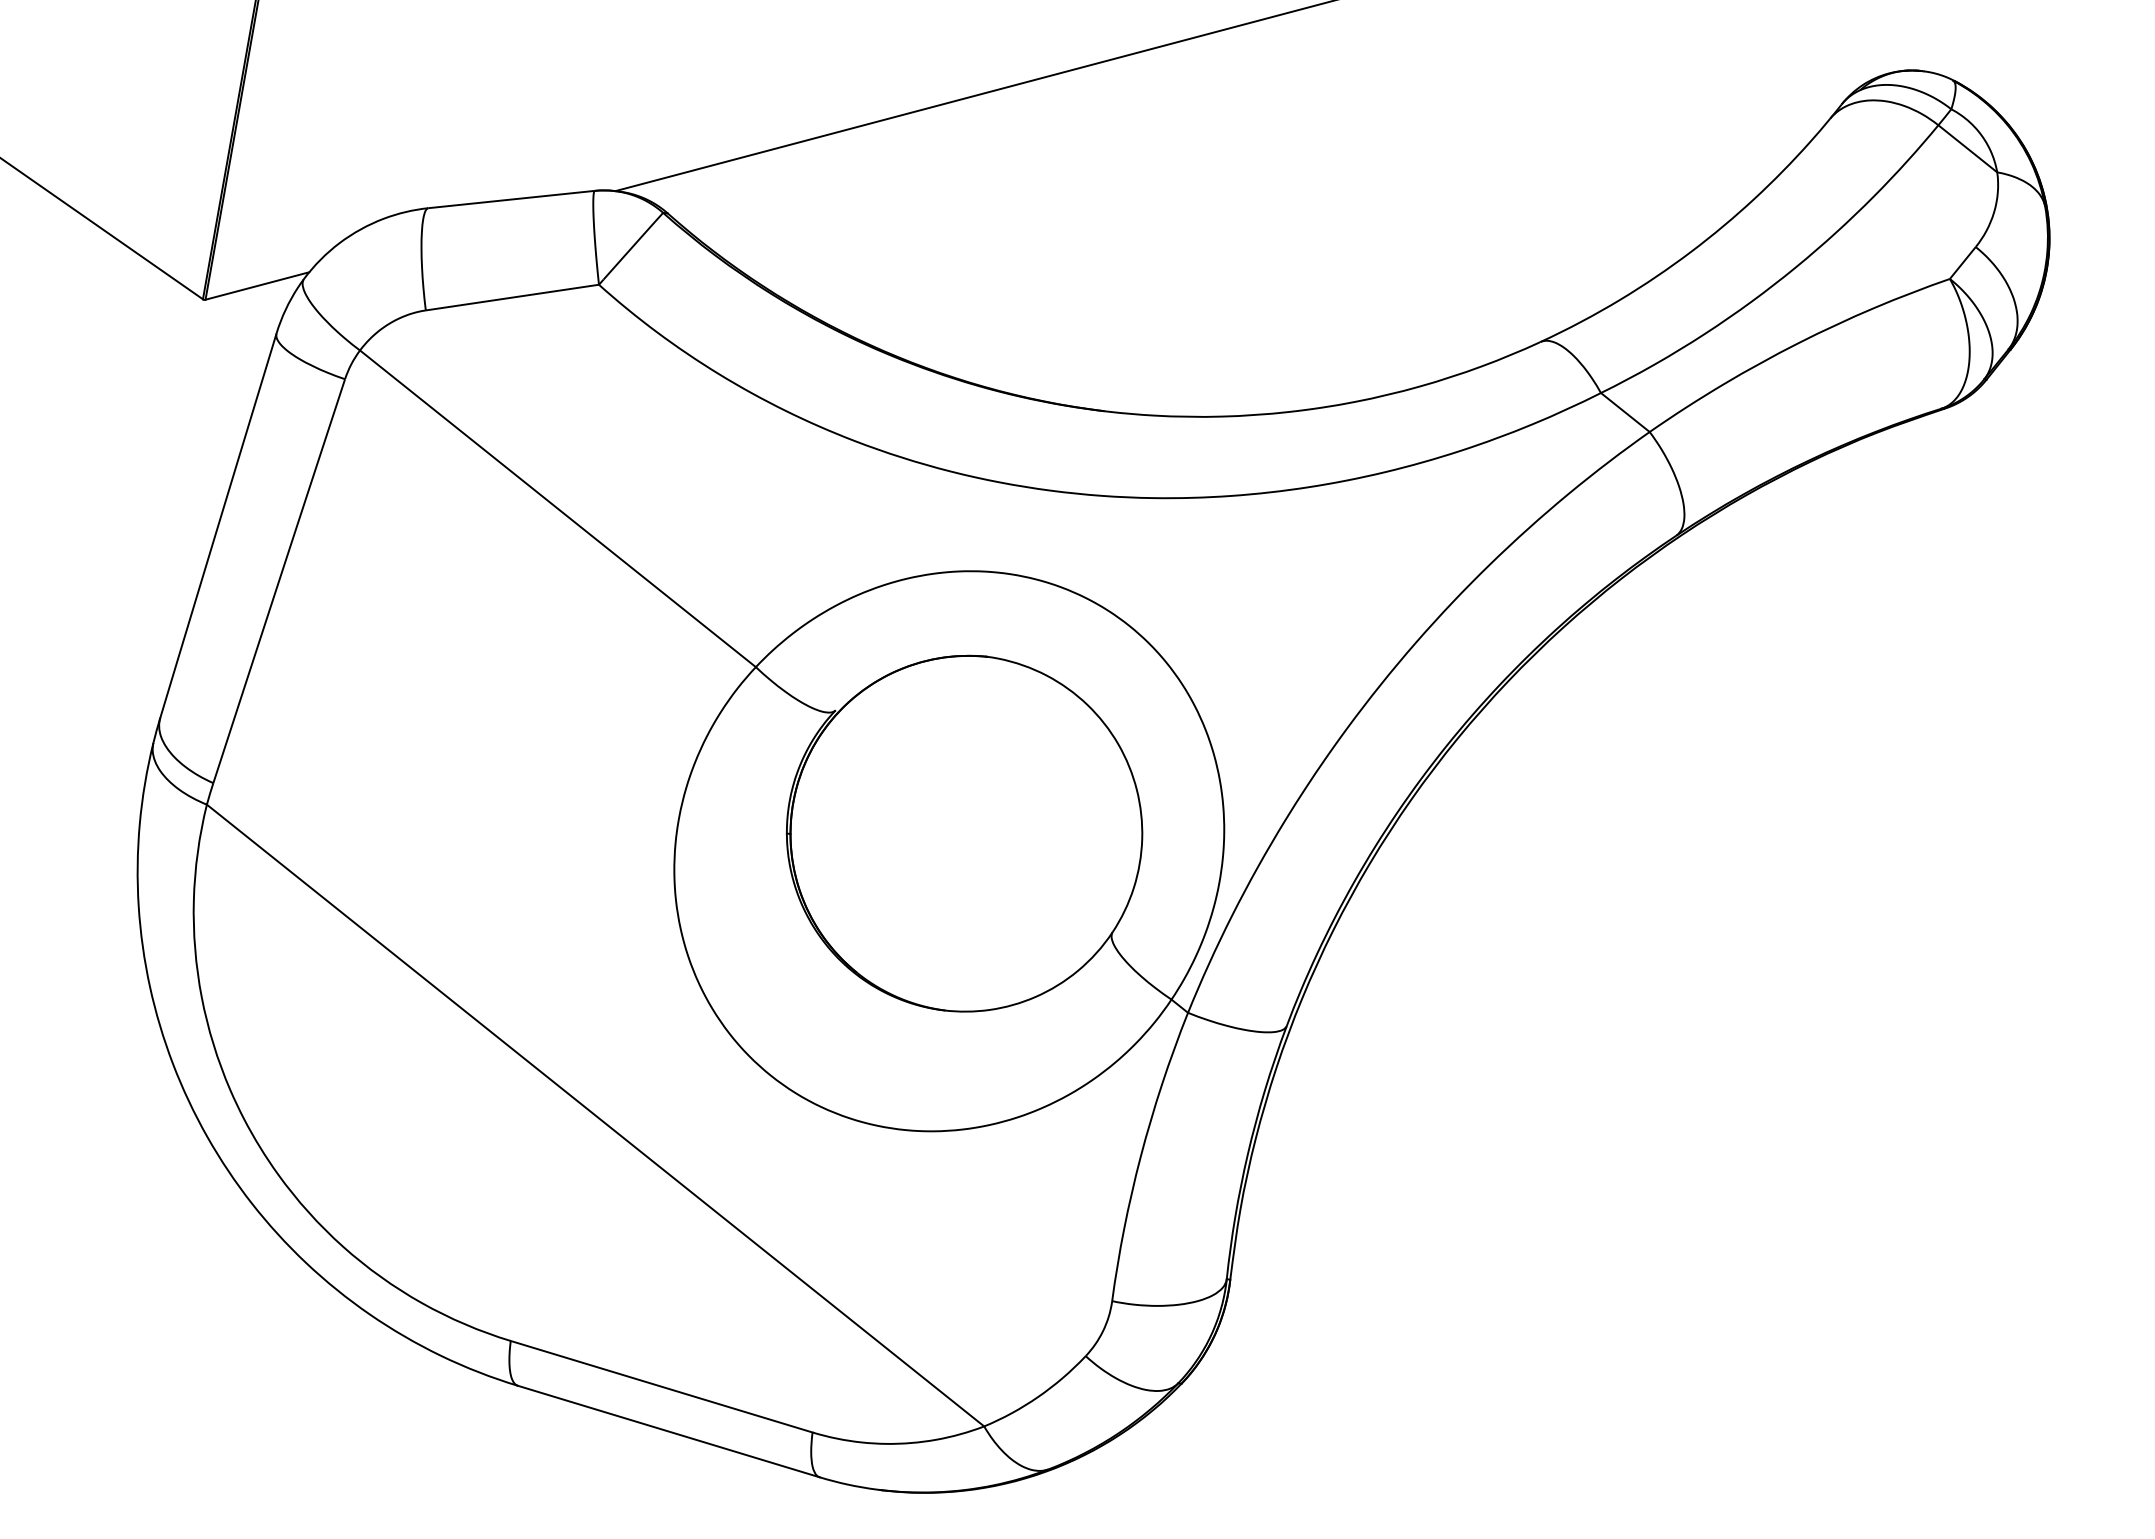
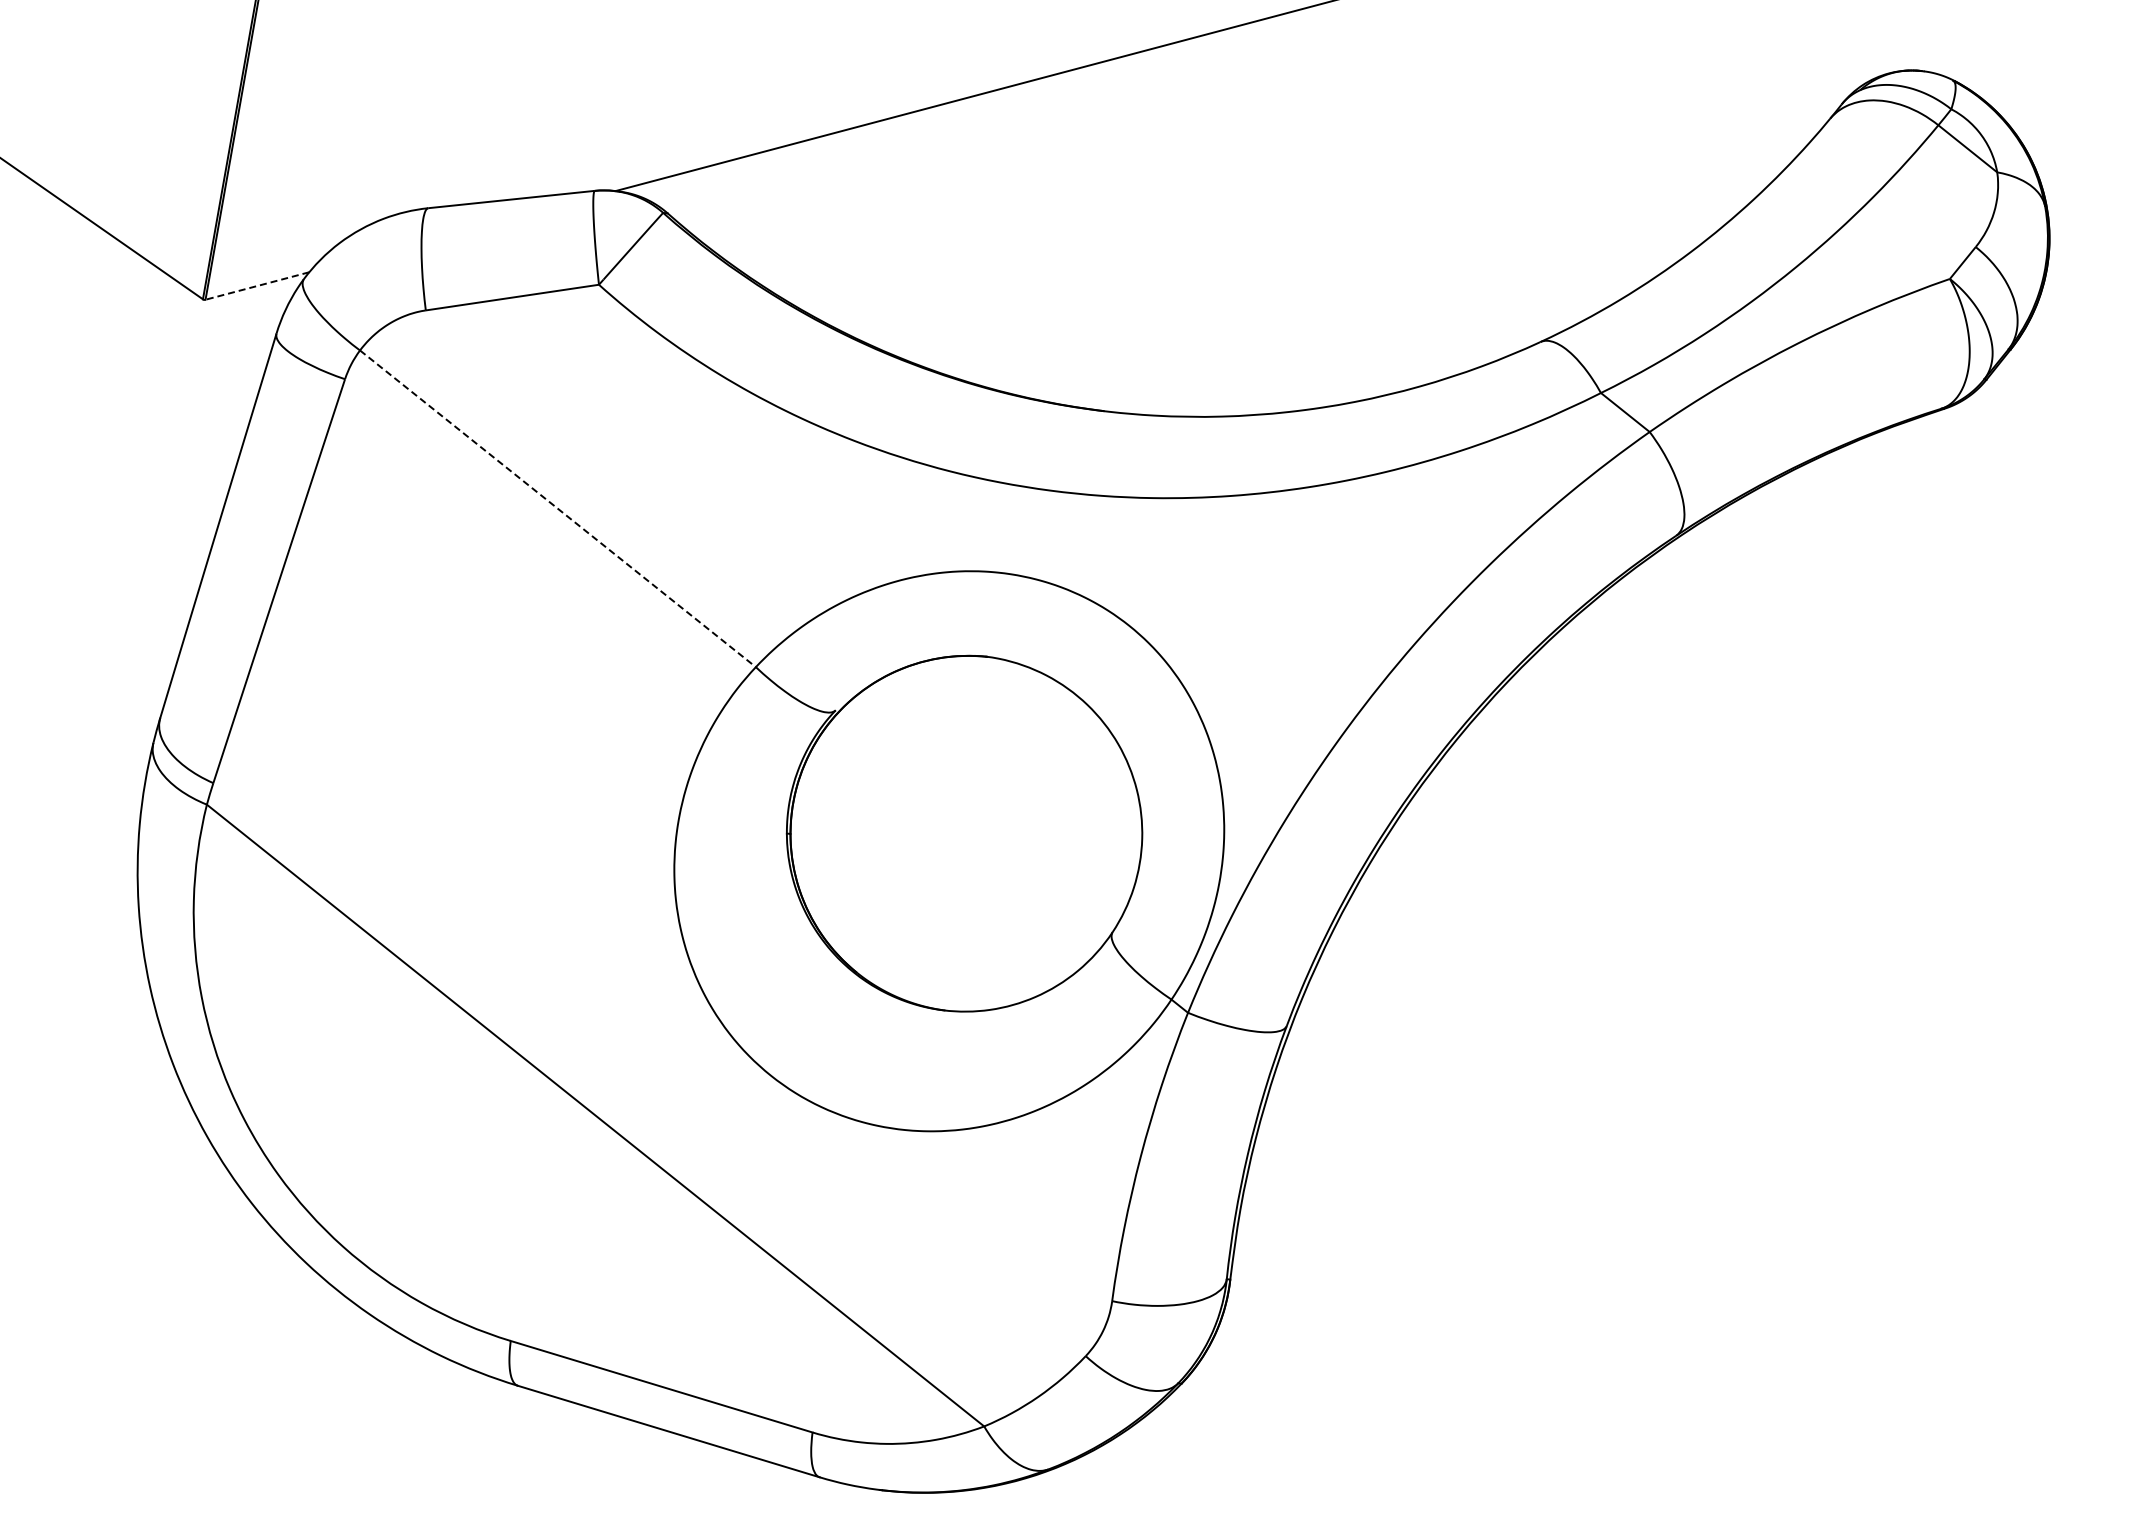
line at (257, 286): solid -> dashed
line at (558, 509): solid -> dashed
